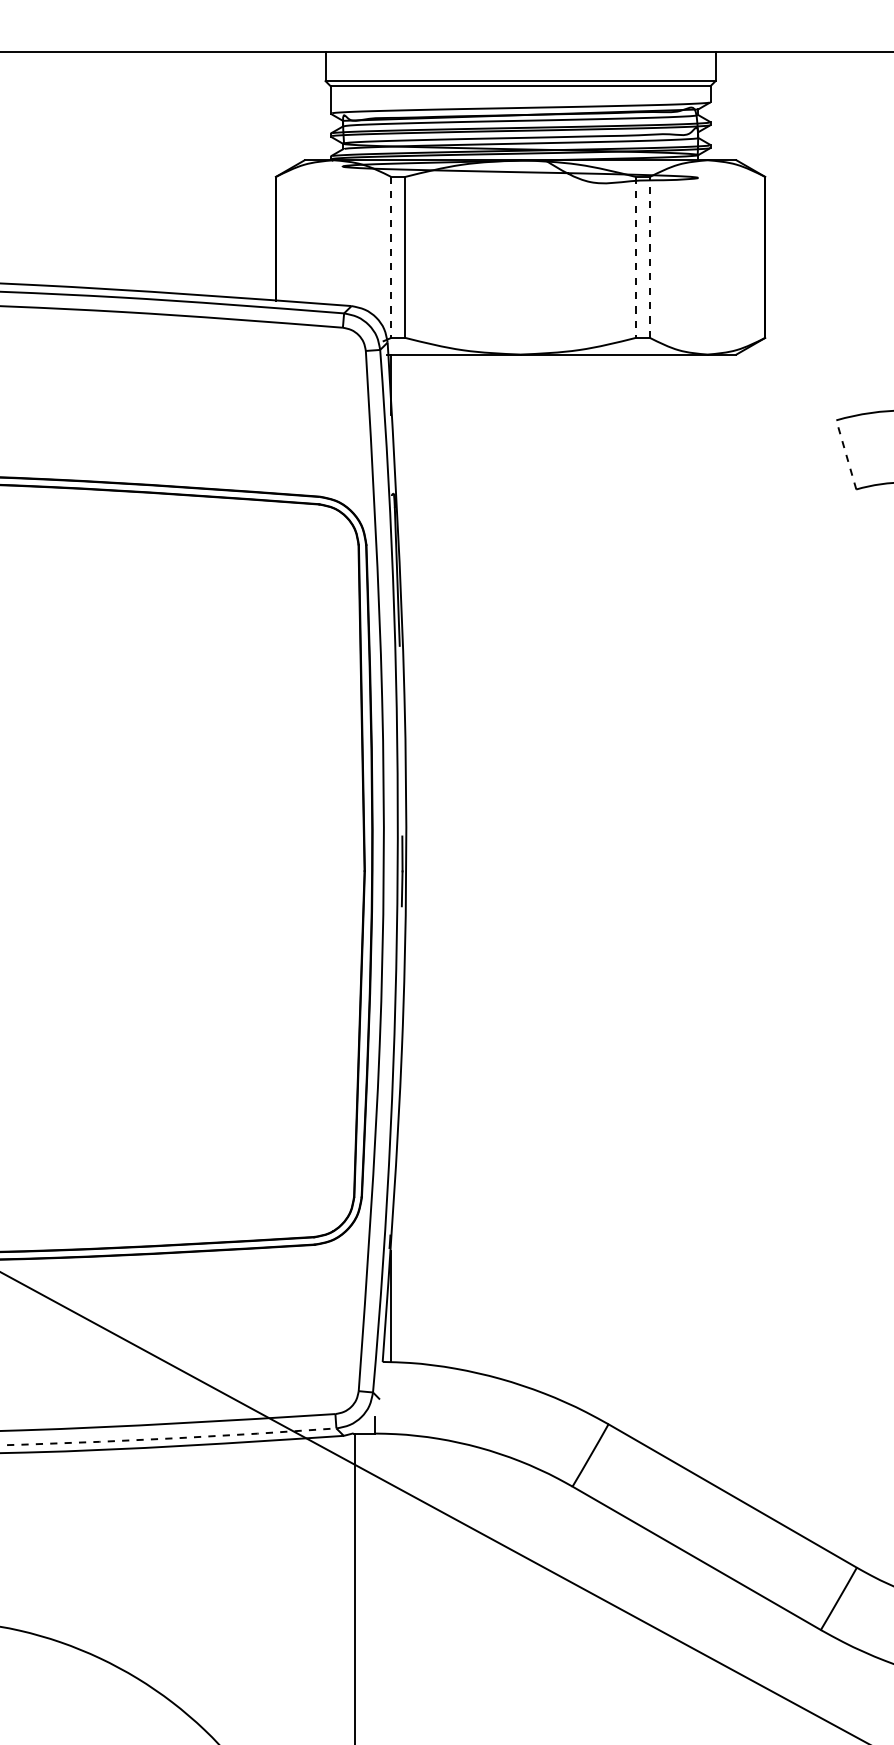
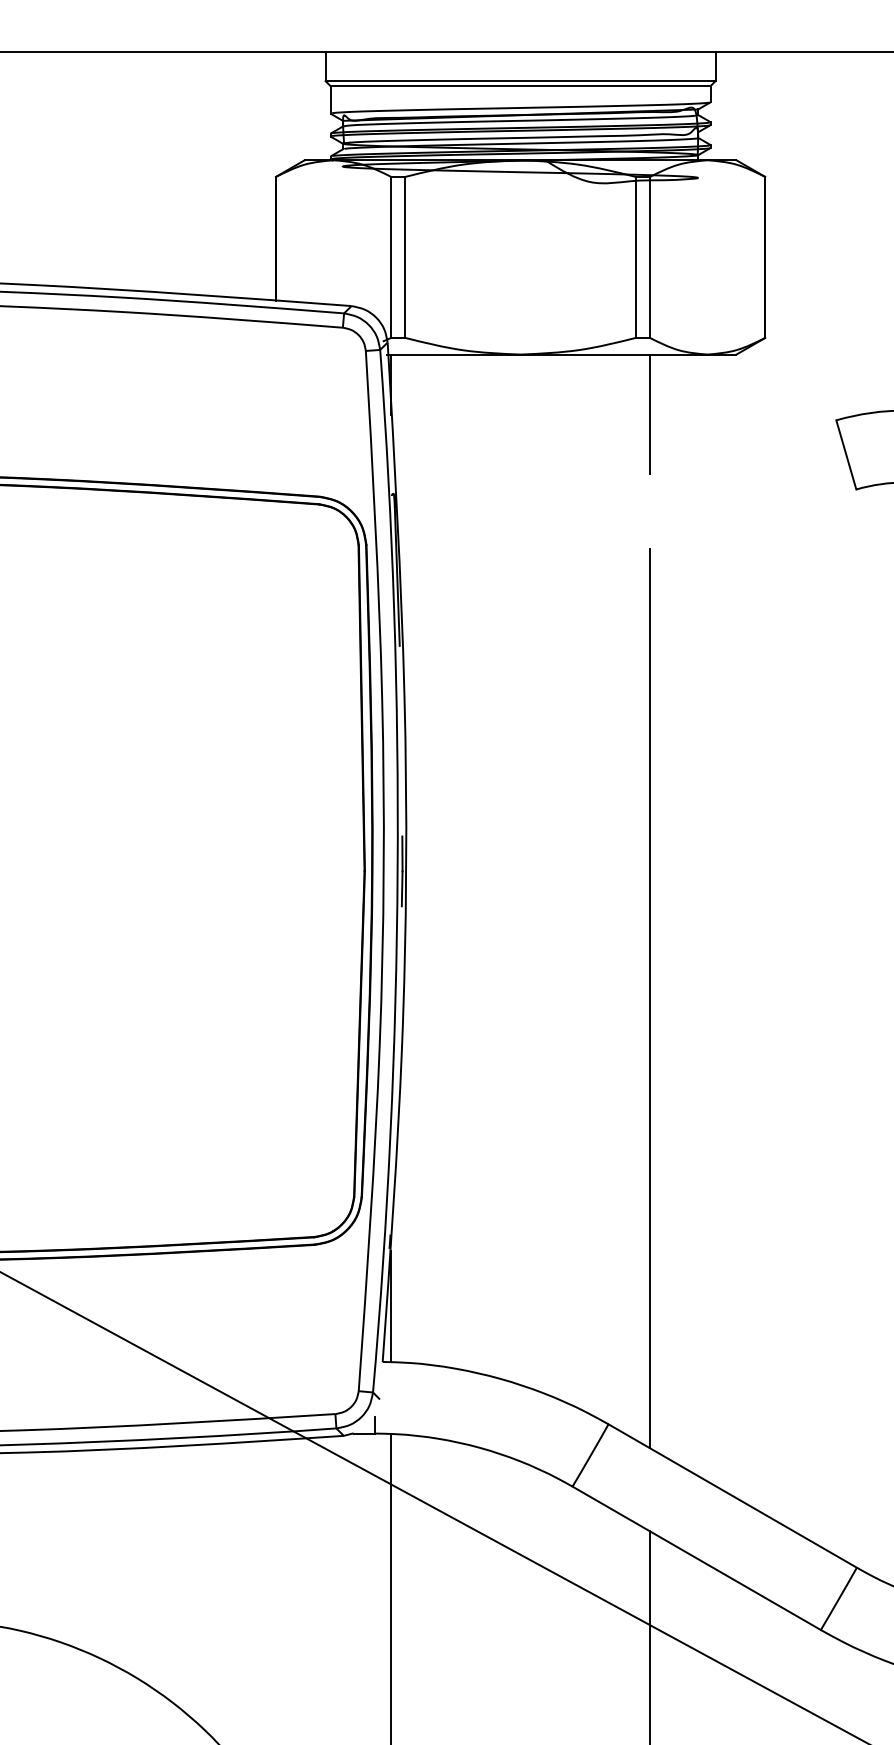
line at (391, 257): dashed -> solid
line at (635, 257): dashed -> solid
line at (650, 257): dashed -> solid
line at (650, 414): none -> present
line at (846, 454): dashed -> solid
line at (650, 998): none -> present
arc at (168, 1438): dashed -> solid
line at (355, 1587) position: (355, 1587) -> (391, 1587)
line at (650, 1636): none -> present
